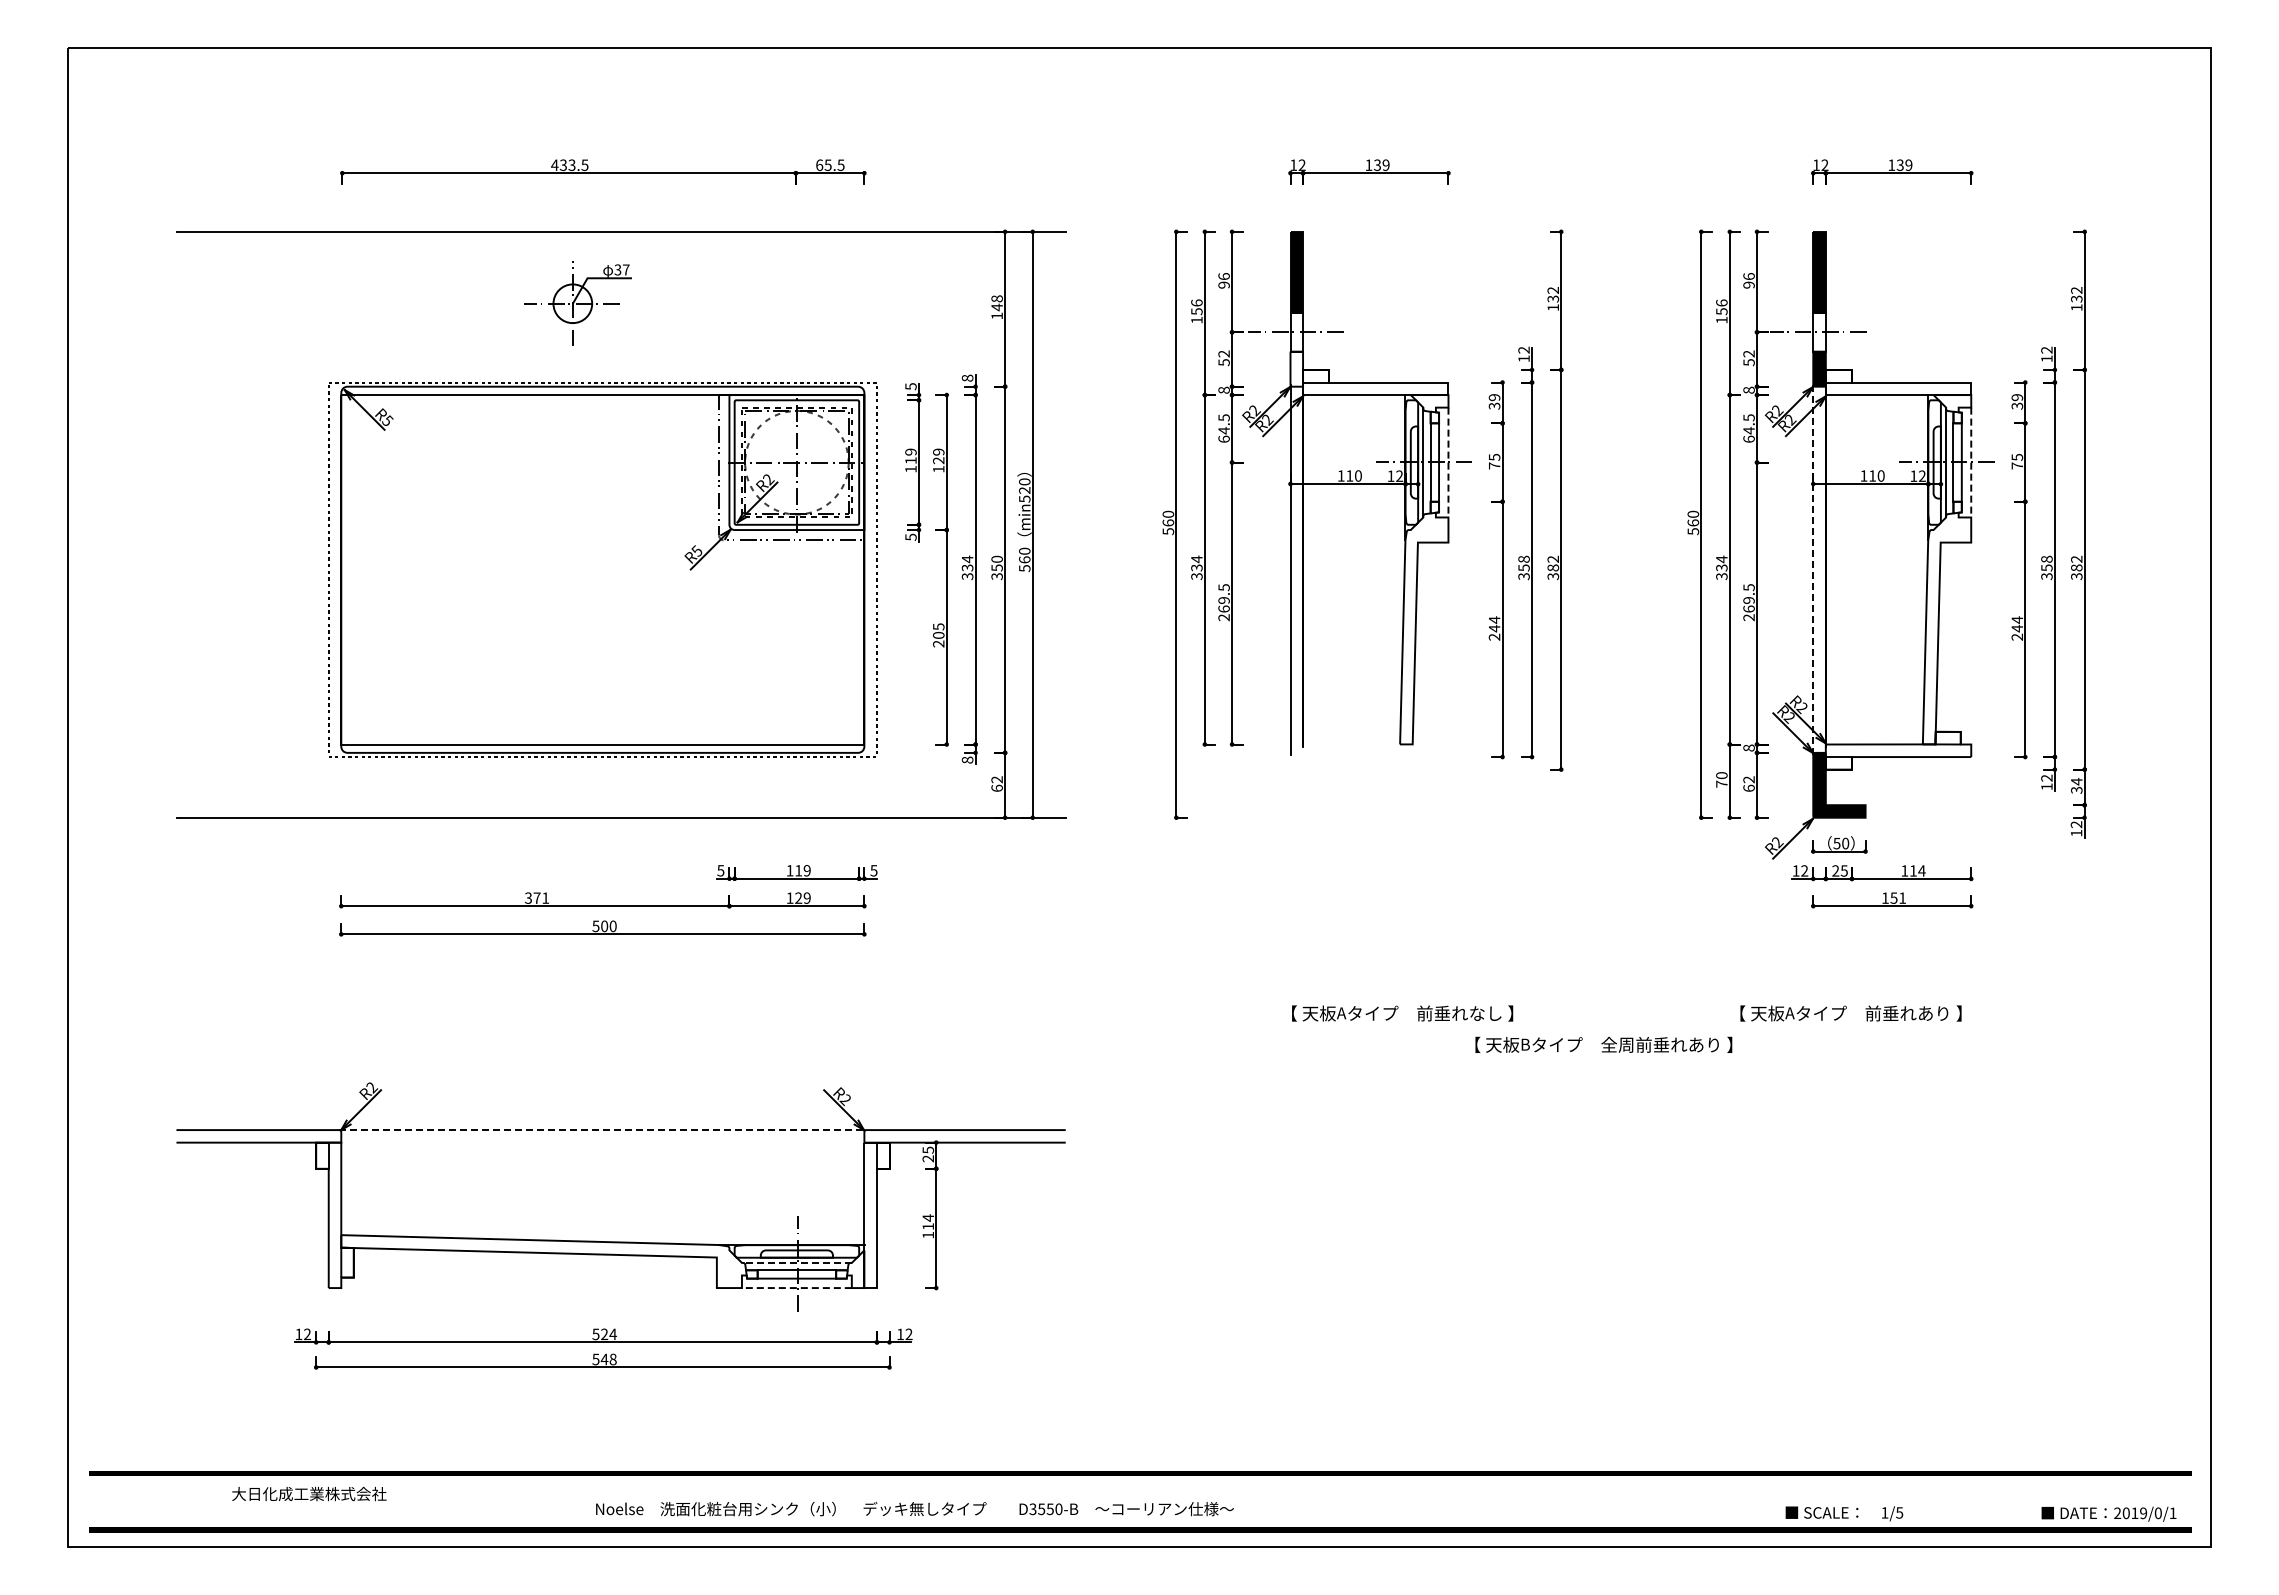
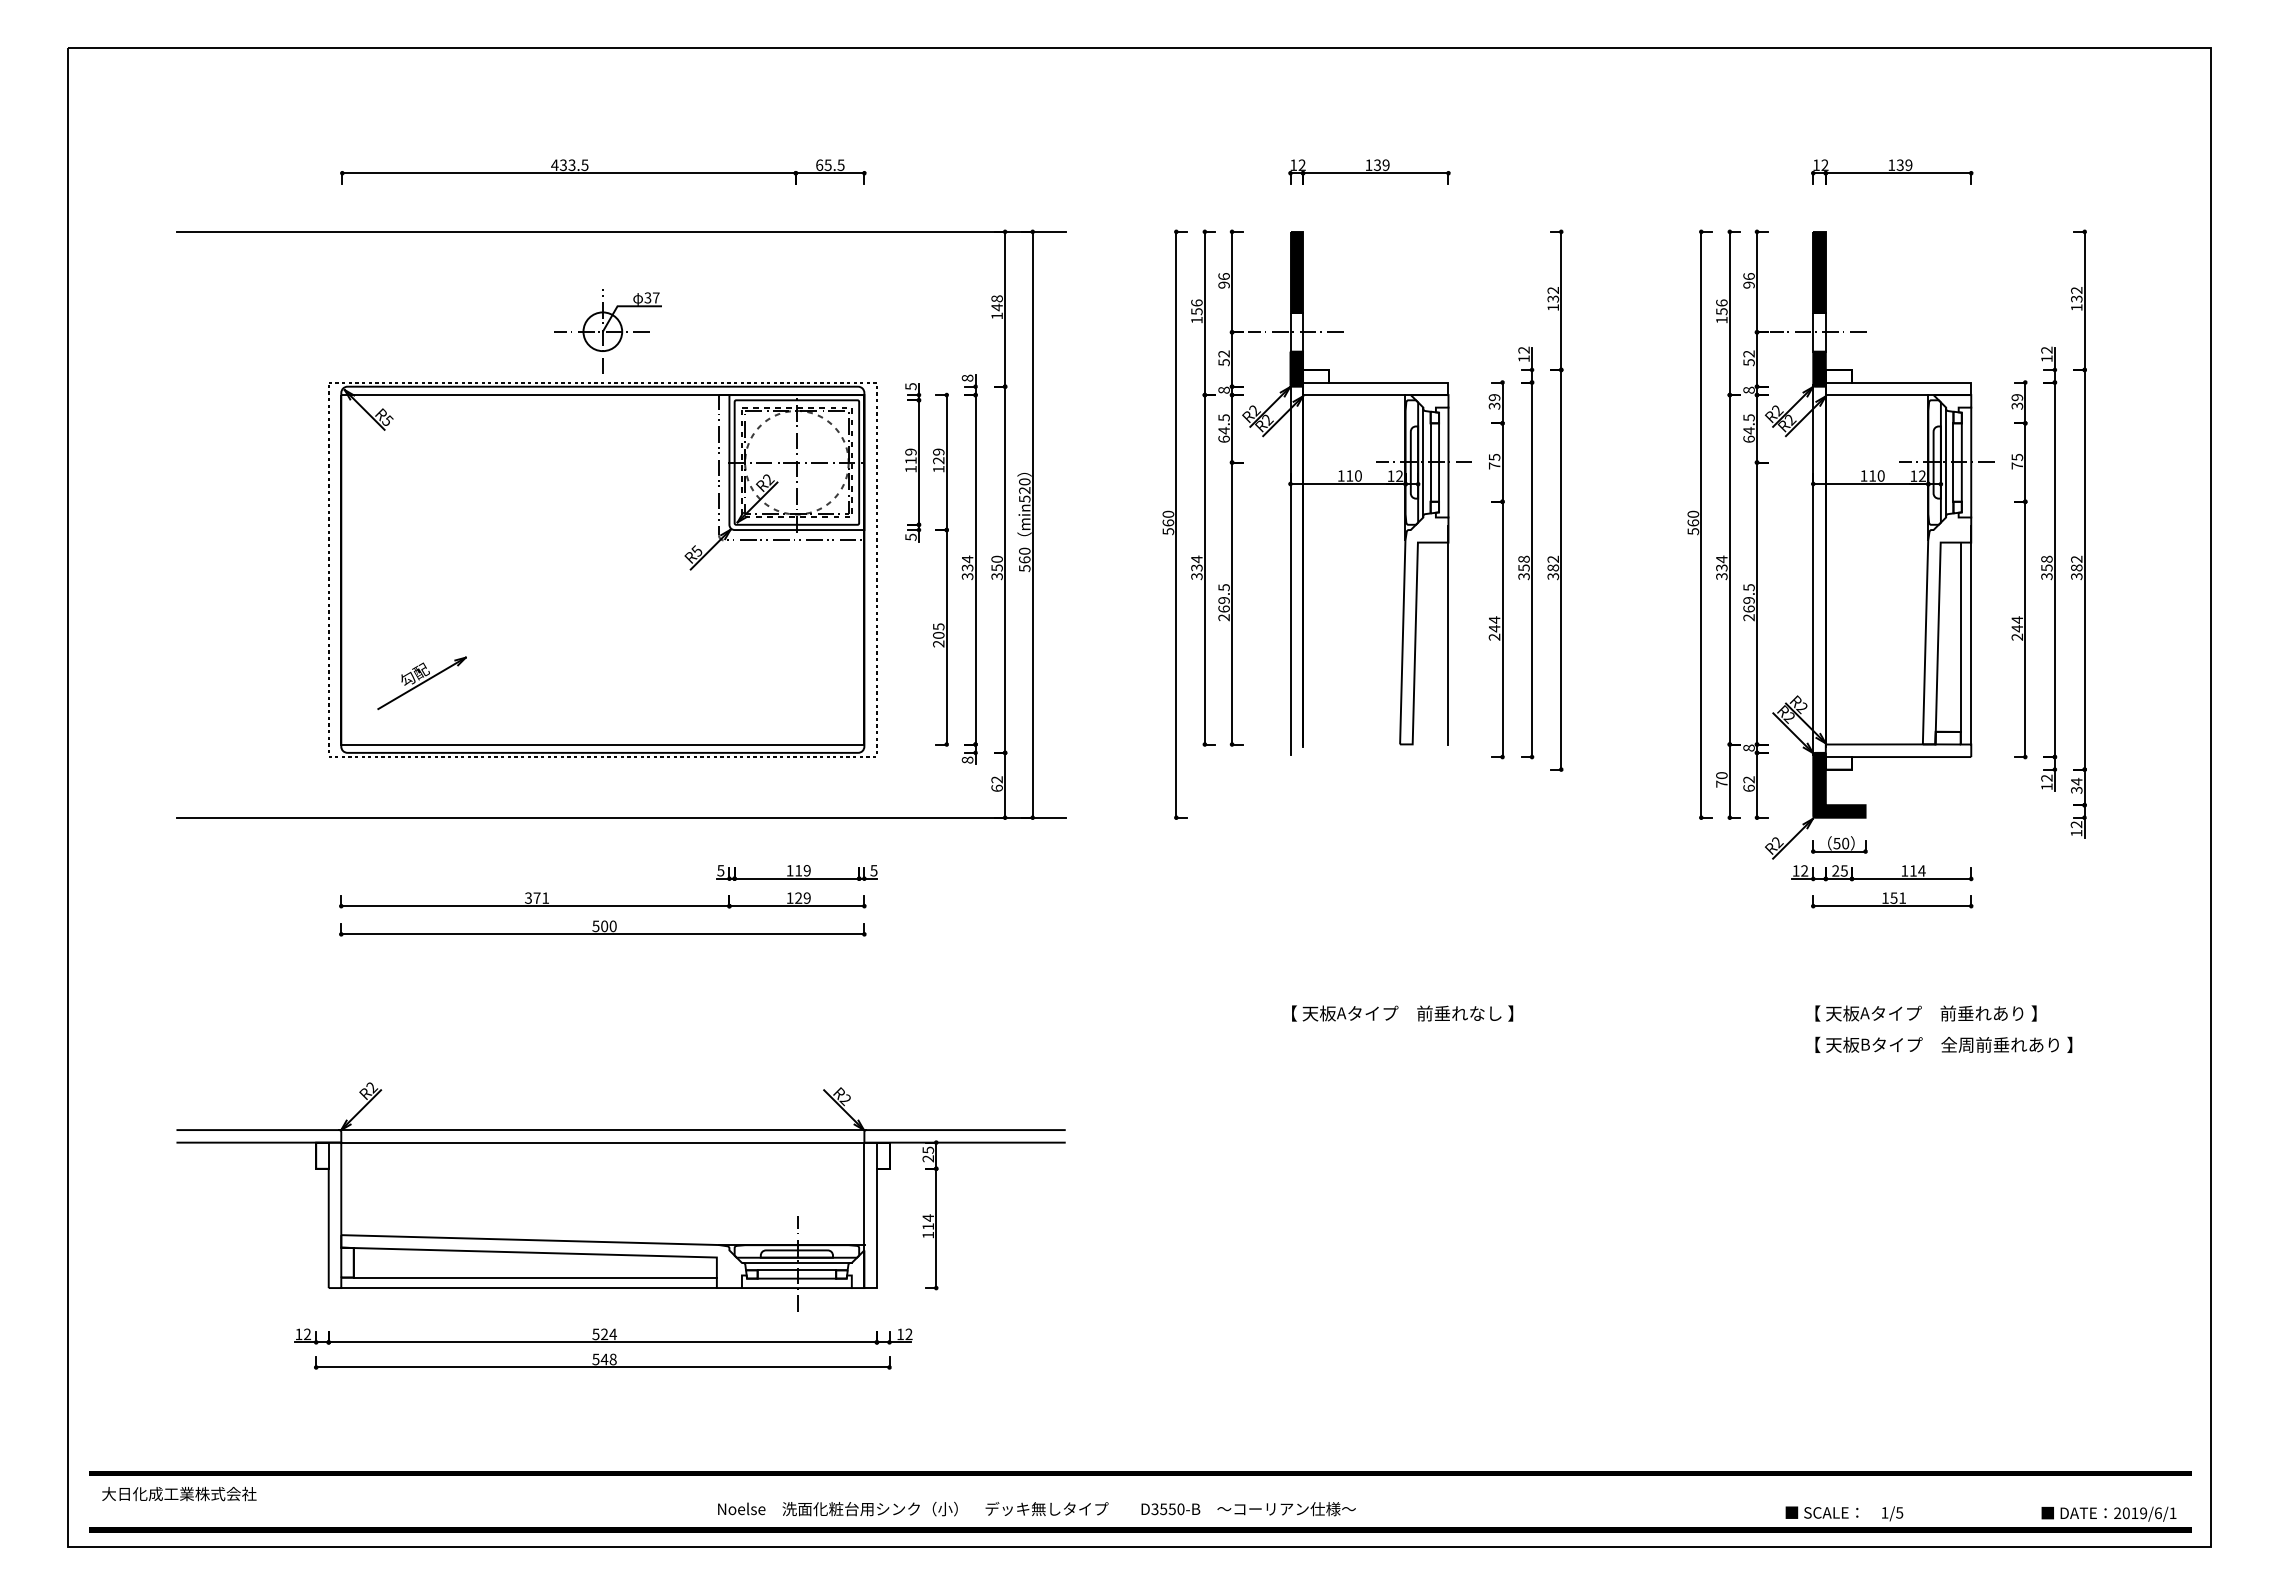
part at (577, 303) position: (577, 303) -> (607, 331)
fill at (1296, 368): none -> present
line at (1448, 462): dashed -> solid
line at (1971, 462): dashed -> solid
line at (1813, 569): dashed -> solid
line at (1448, 634): none -> present
line at (1971, 634): none -> present
line at (1960, 637): none -> present
part at (421, 683): none -> present
text at (1850, 1013) position: (1850, 1013) -> (1925, 1013)
text at (1603, 1044) position: (1603, 1044) -> (1943, 1044)
line at (602, 1130): dashed -> solid
line at (602, 1142): none -> present
line at (796, 1262): dashed -> solid
line at (534, 1277): none -> present
line at (528, 1288): none -> present
line at (796, 1288): dashed -> solid
text at (309, 1493) position: (309, 1493) -> (179, 1493)
text at (914, 1508) position: (914, 1508) -> (1036, 1508)
text at (2157, 1512): 2019/0/1 -> 2019/6/1
